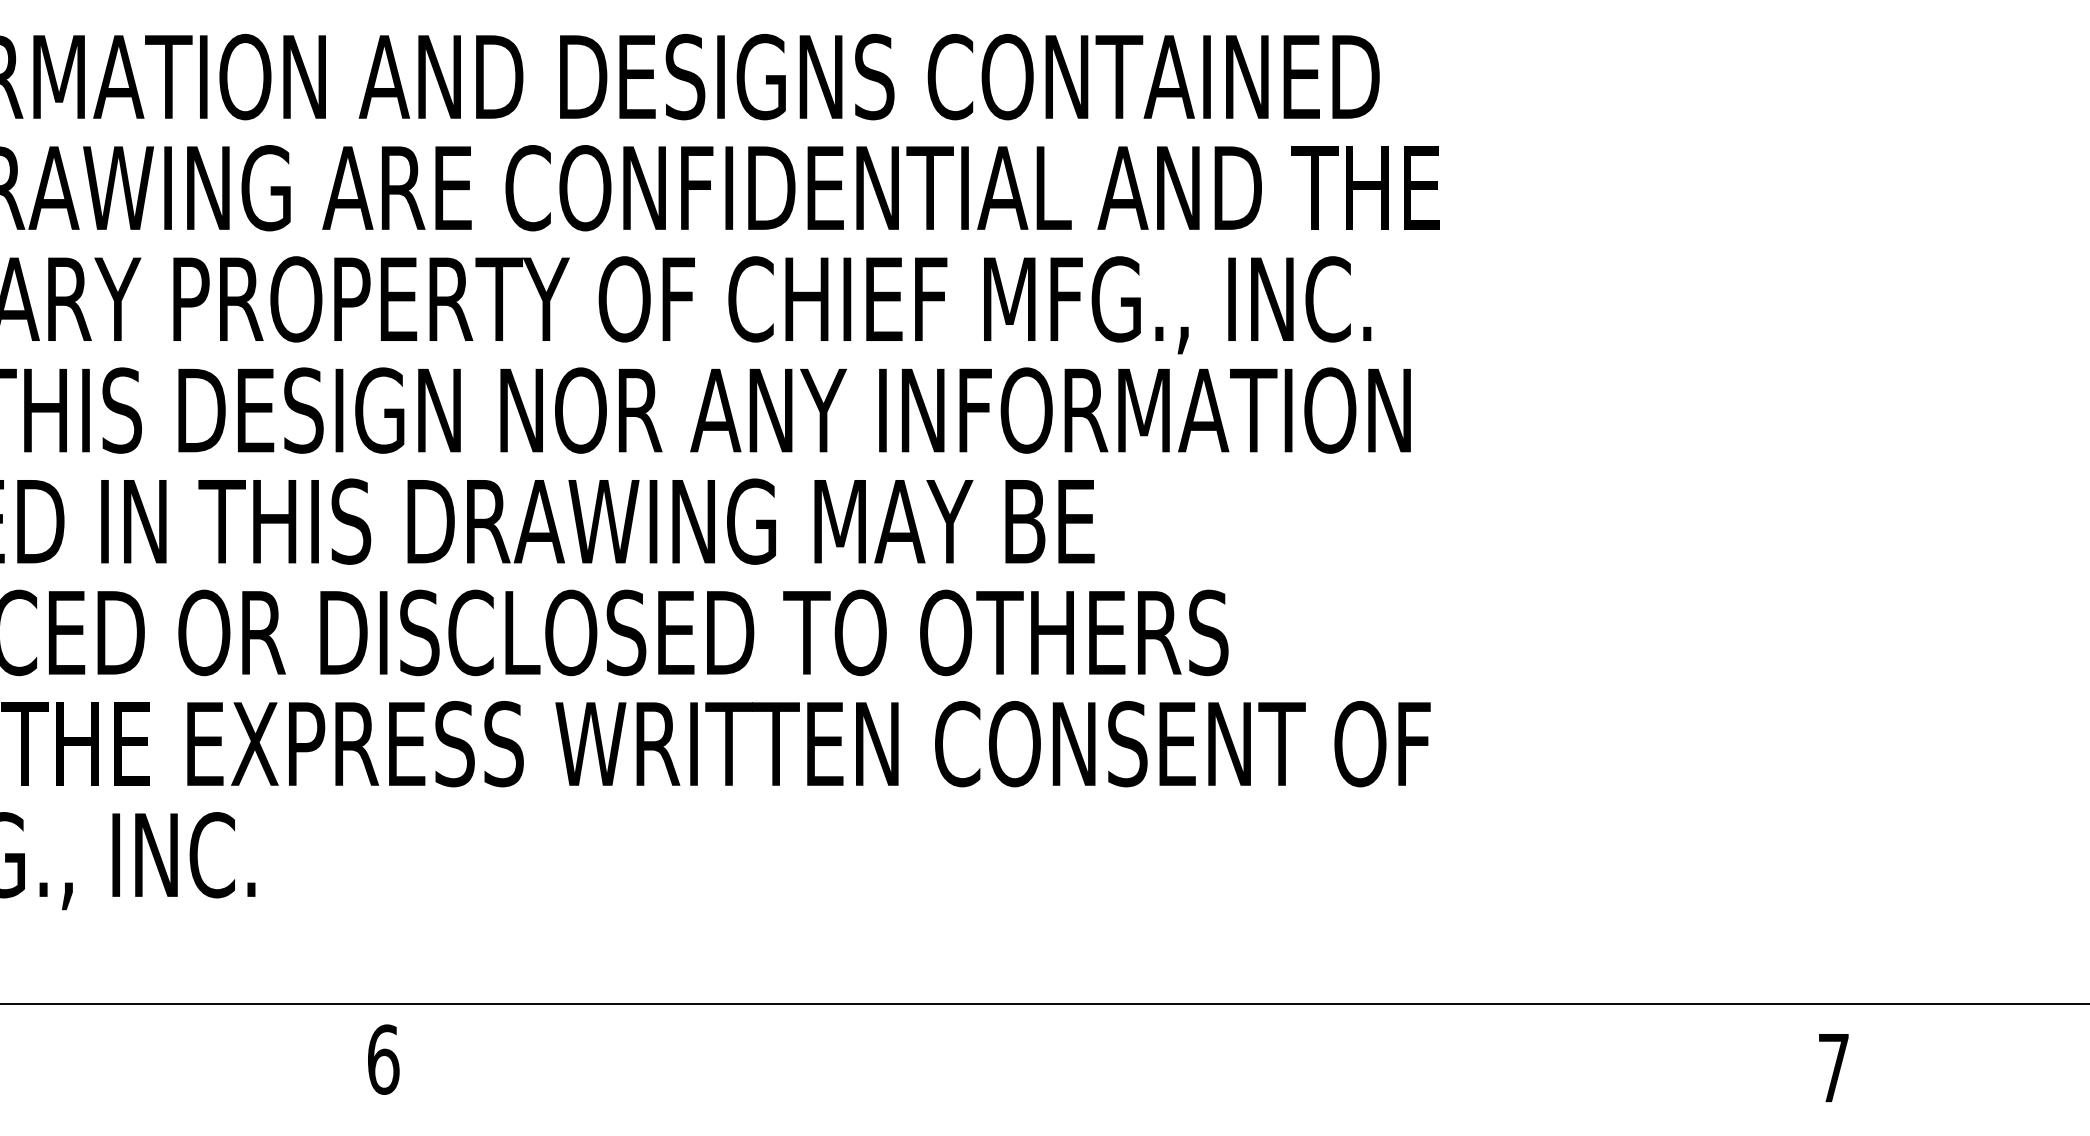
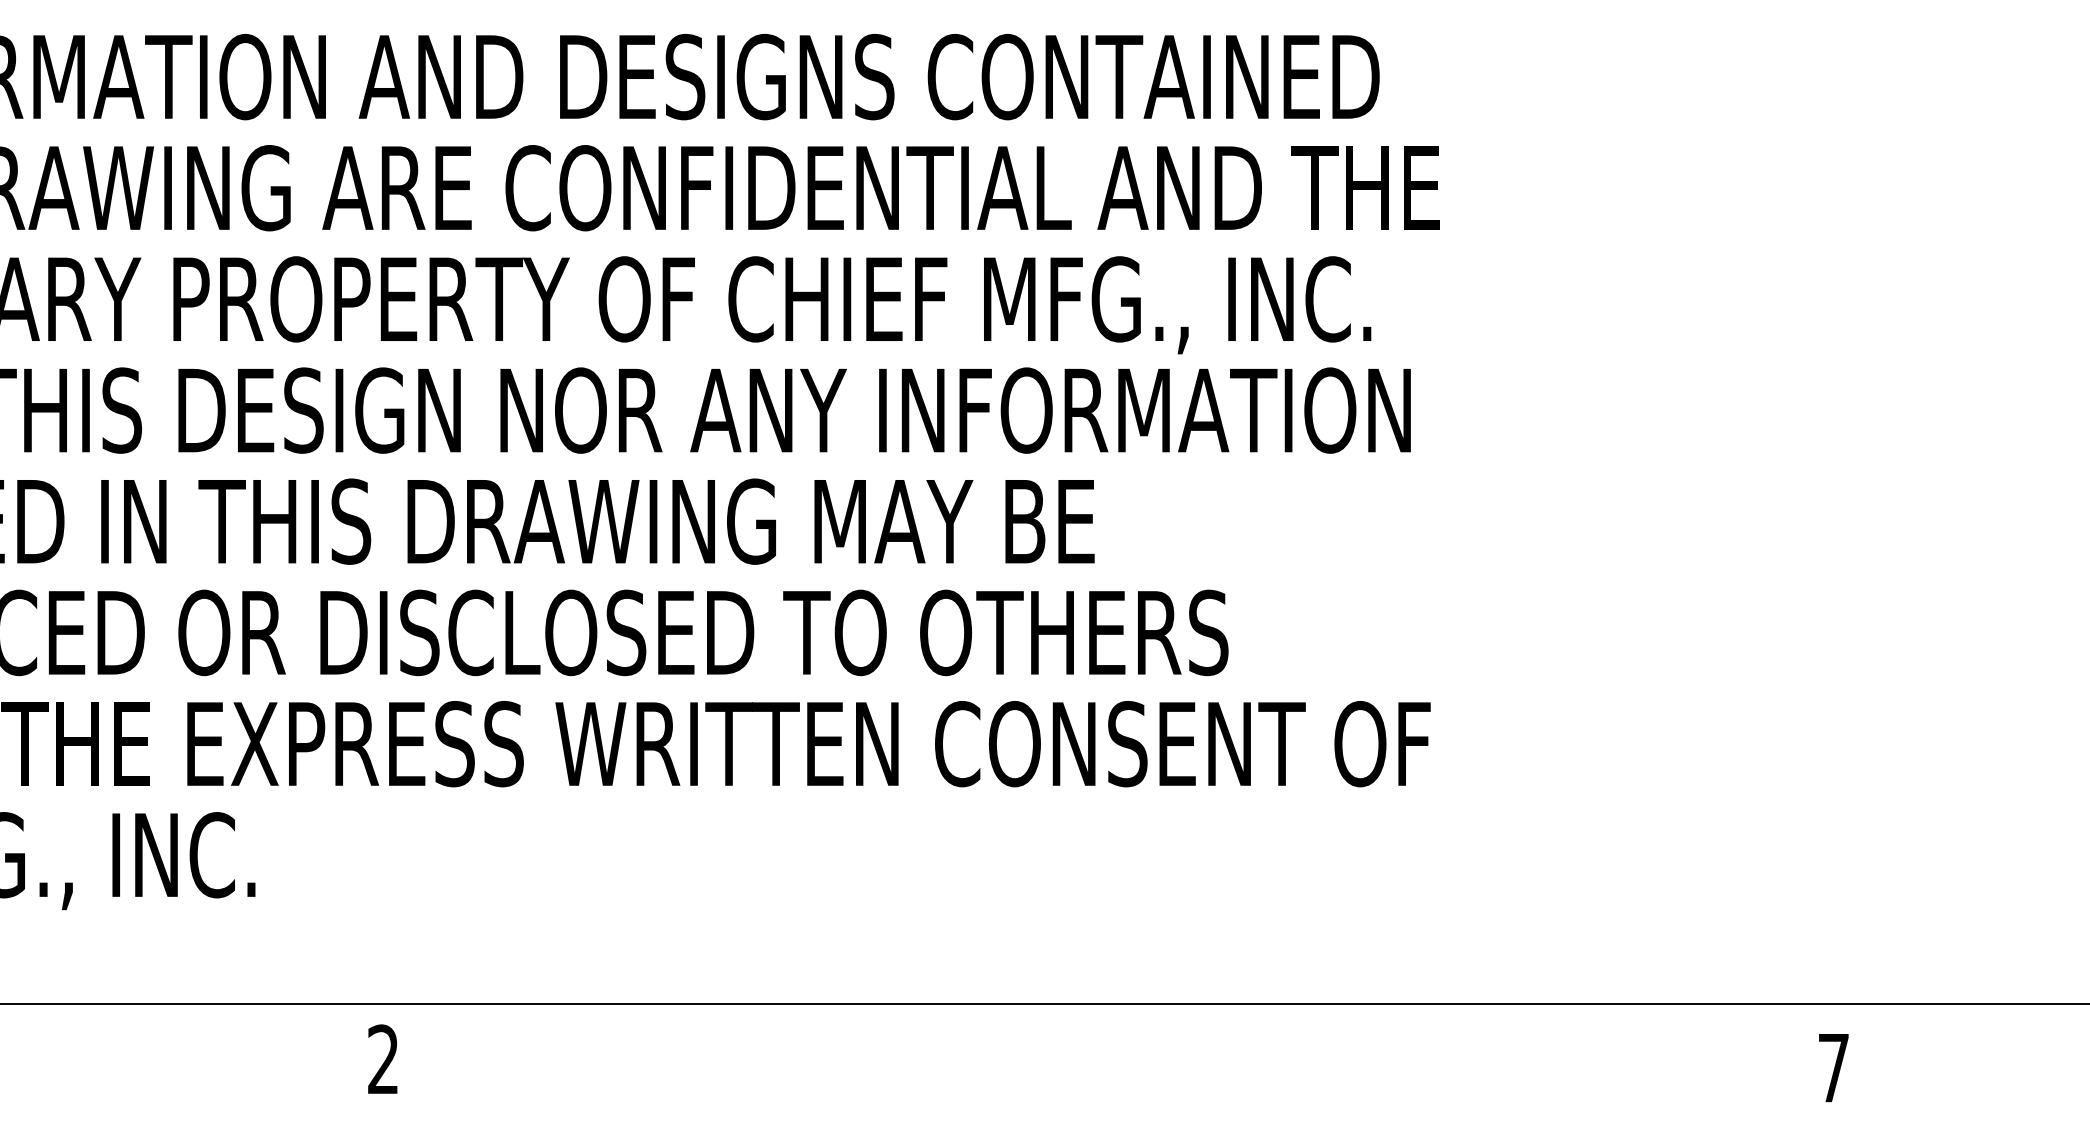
text at (383, 1059): 6 -> 2
